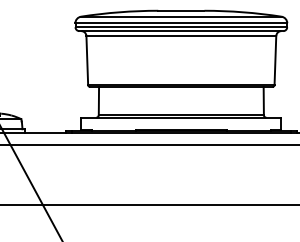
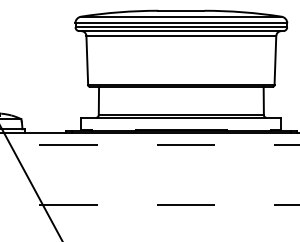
line at (149, 145): solid -> dashed
line at (149, 205): solid -> dashed
